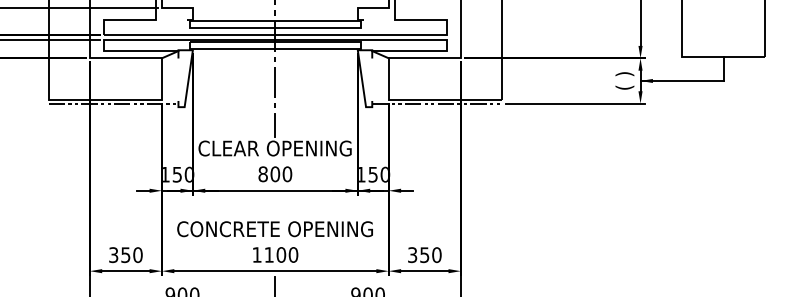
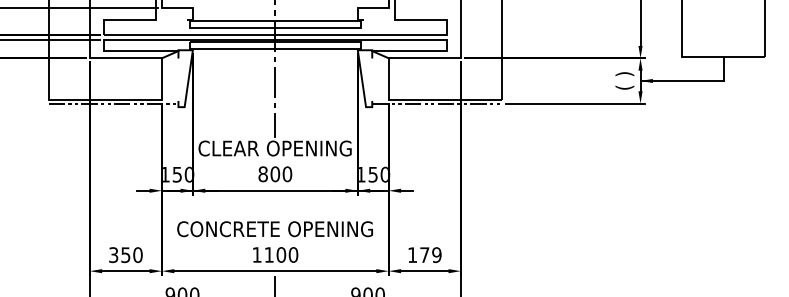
text at (424, 255): 350 -> 179
